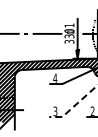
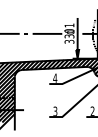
line at (74, 106): dashed -> solid
